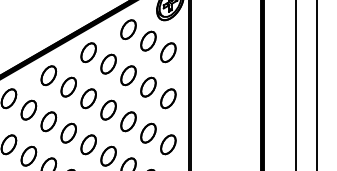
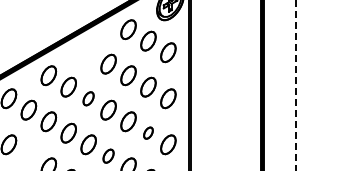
part at (88, 52): present -> none
line at (317, 84): present -> none
line at (296, 85): solid -> dashed
part at (88, 98) size: 17x22 px -> 13x16 px
part at (148, 132) size: 17x22 px -> 11x14 px
part at (28, 155): present -> none
part at (108, 155) size: 17x22 px -> 13x16 px
